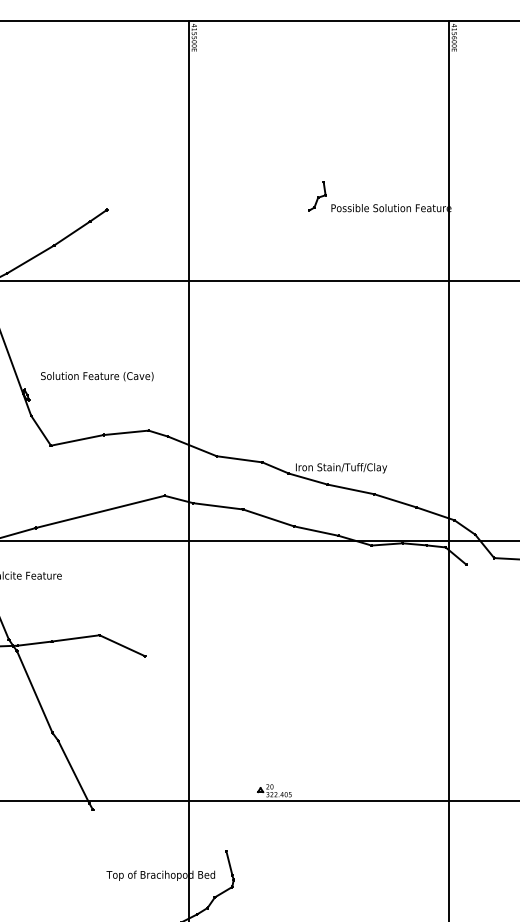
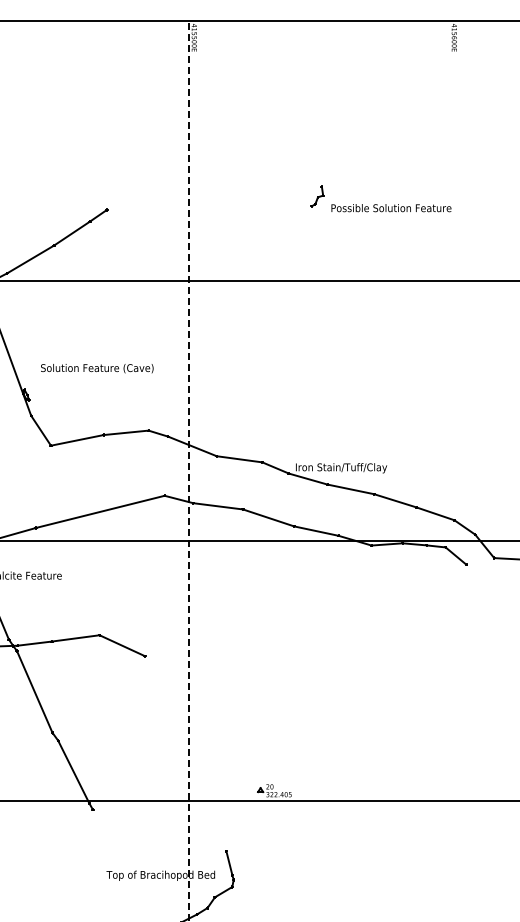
part at (317, 196) size: 19x31 px -> 15x23 px
text at (97, 376) position: (97, 376) -> (97, 368)
line at (449, 469): present -> none
line at (189, 470): solid -> dashed
